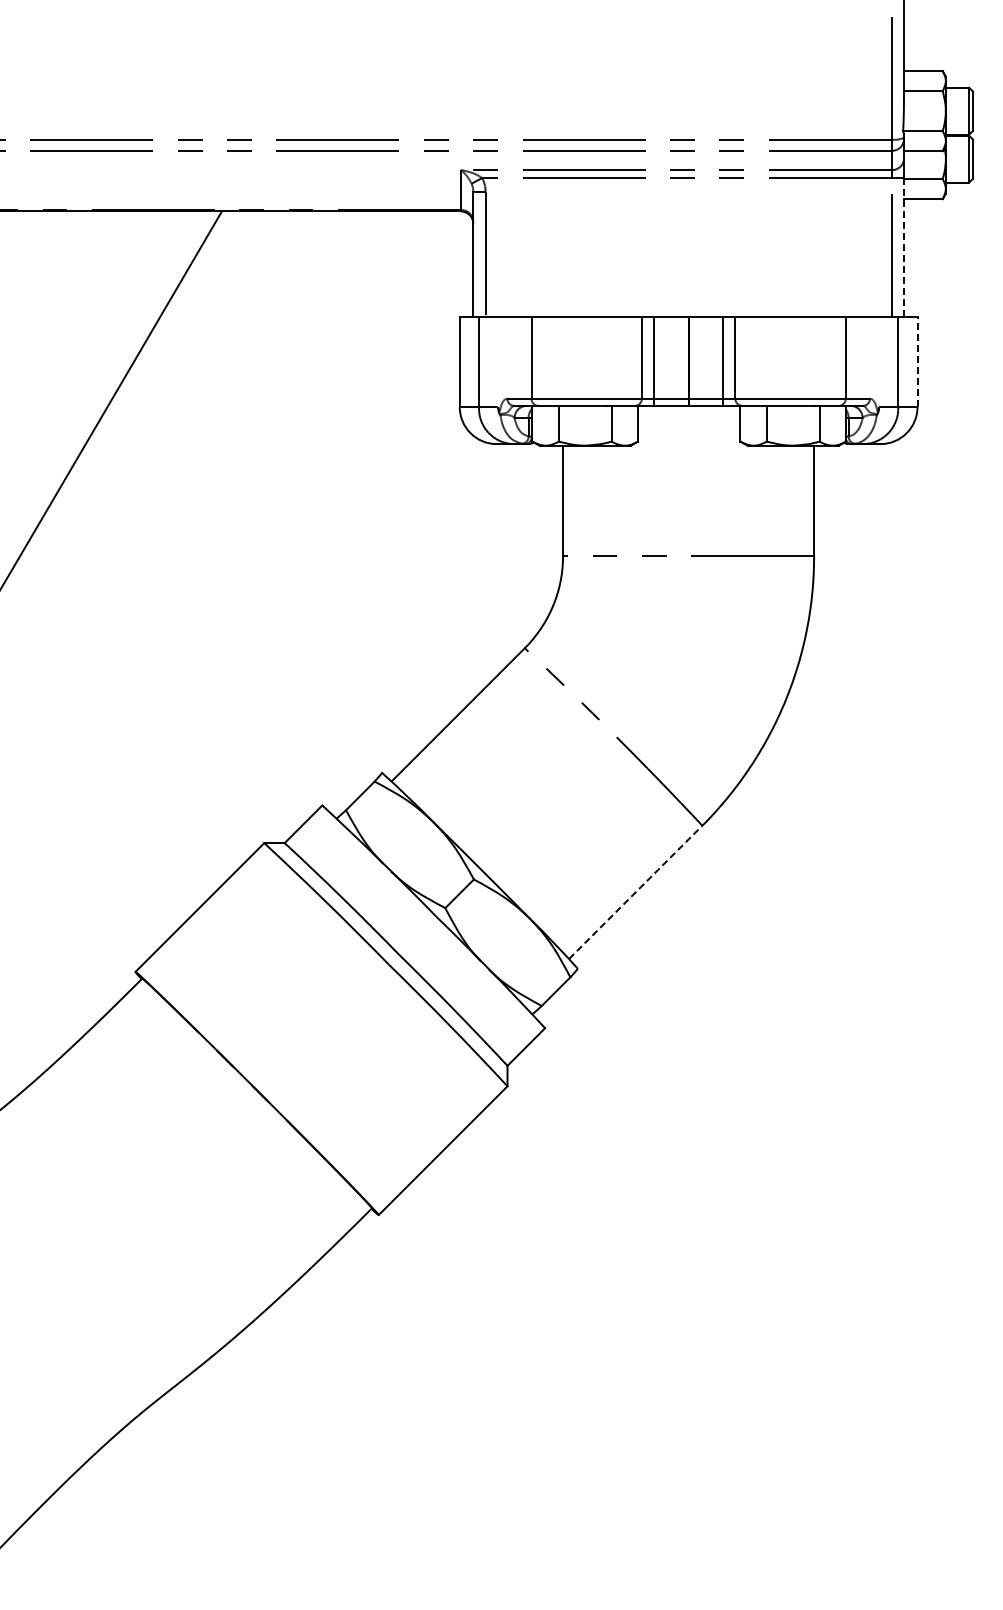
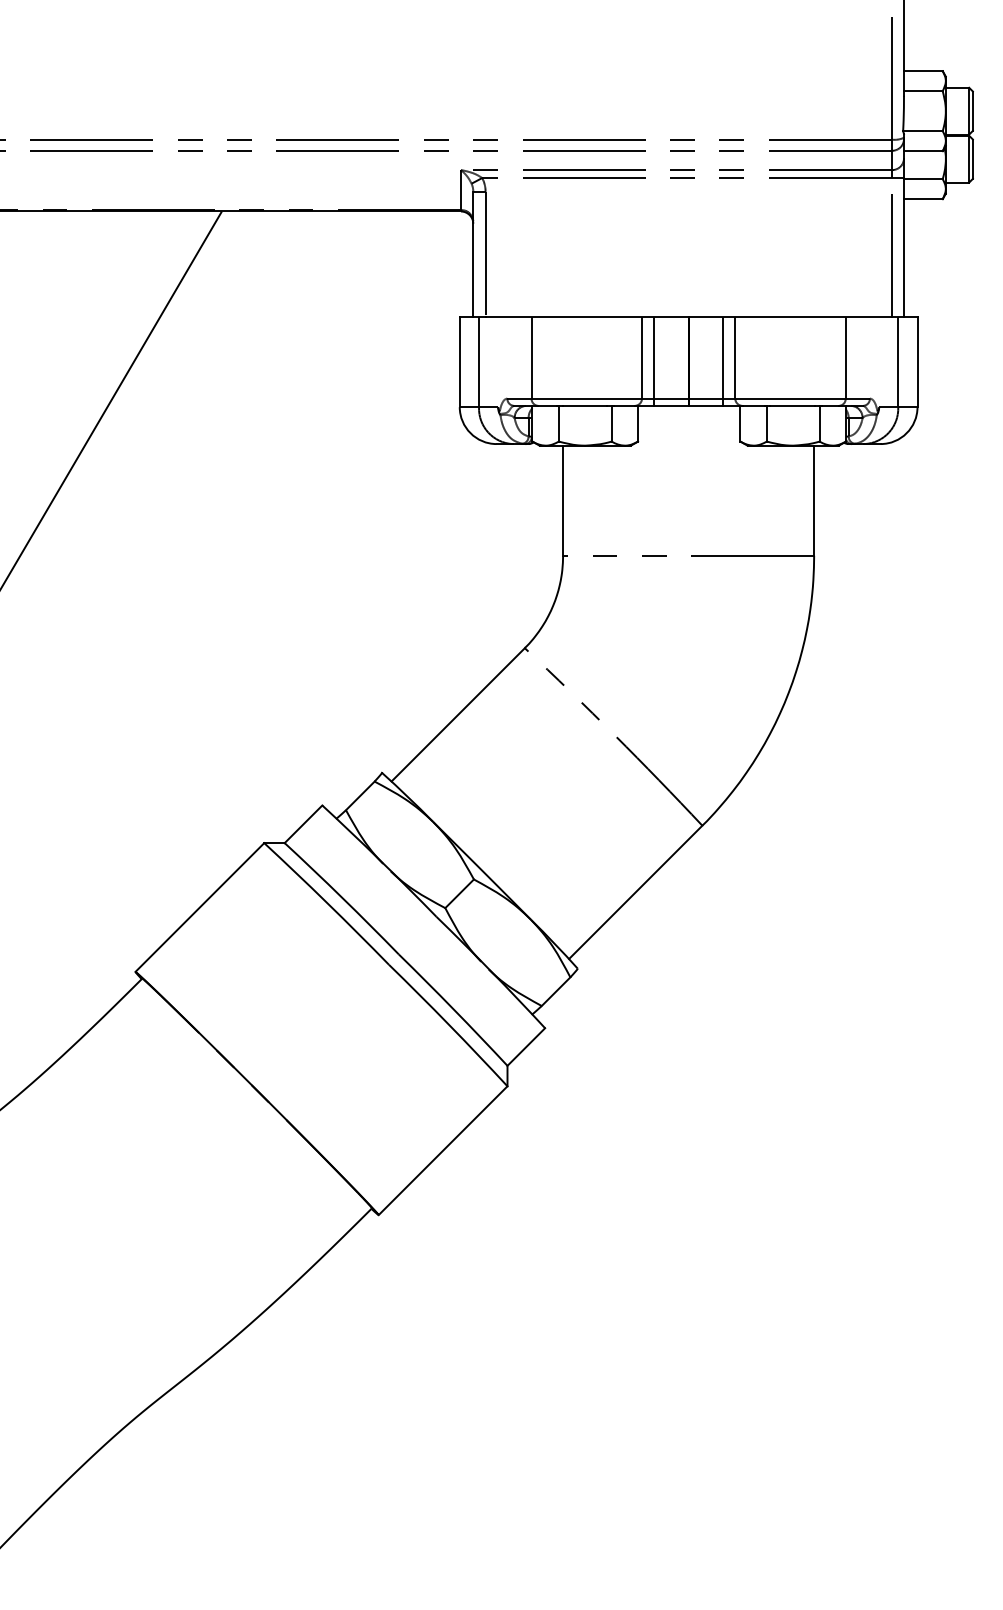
line at (903, 247): dashed -> solid
line at (917, 362): dashed -> solid
line at (636, 891): dashed -> solid
